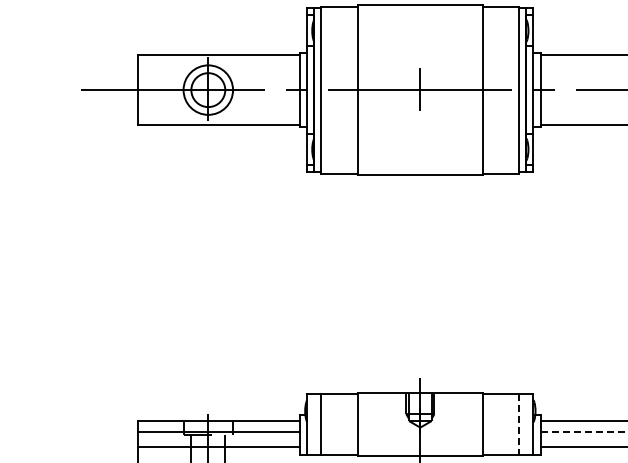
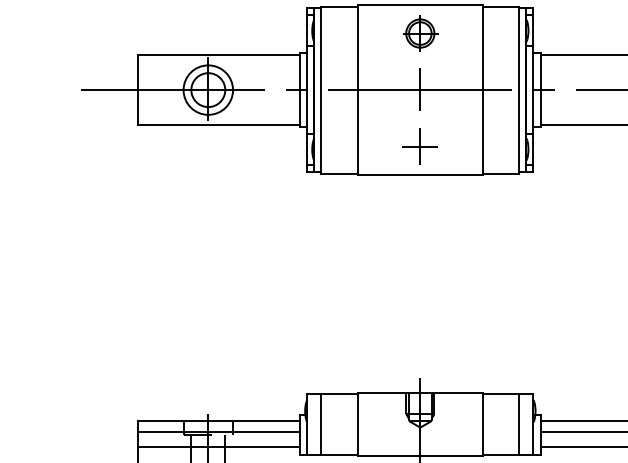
part at (420, 33): none -> present
part at (419, 146): none -> present
line at (519, 425): dashed -> solid
line at (584, 432): dashed -> solid
